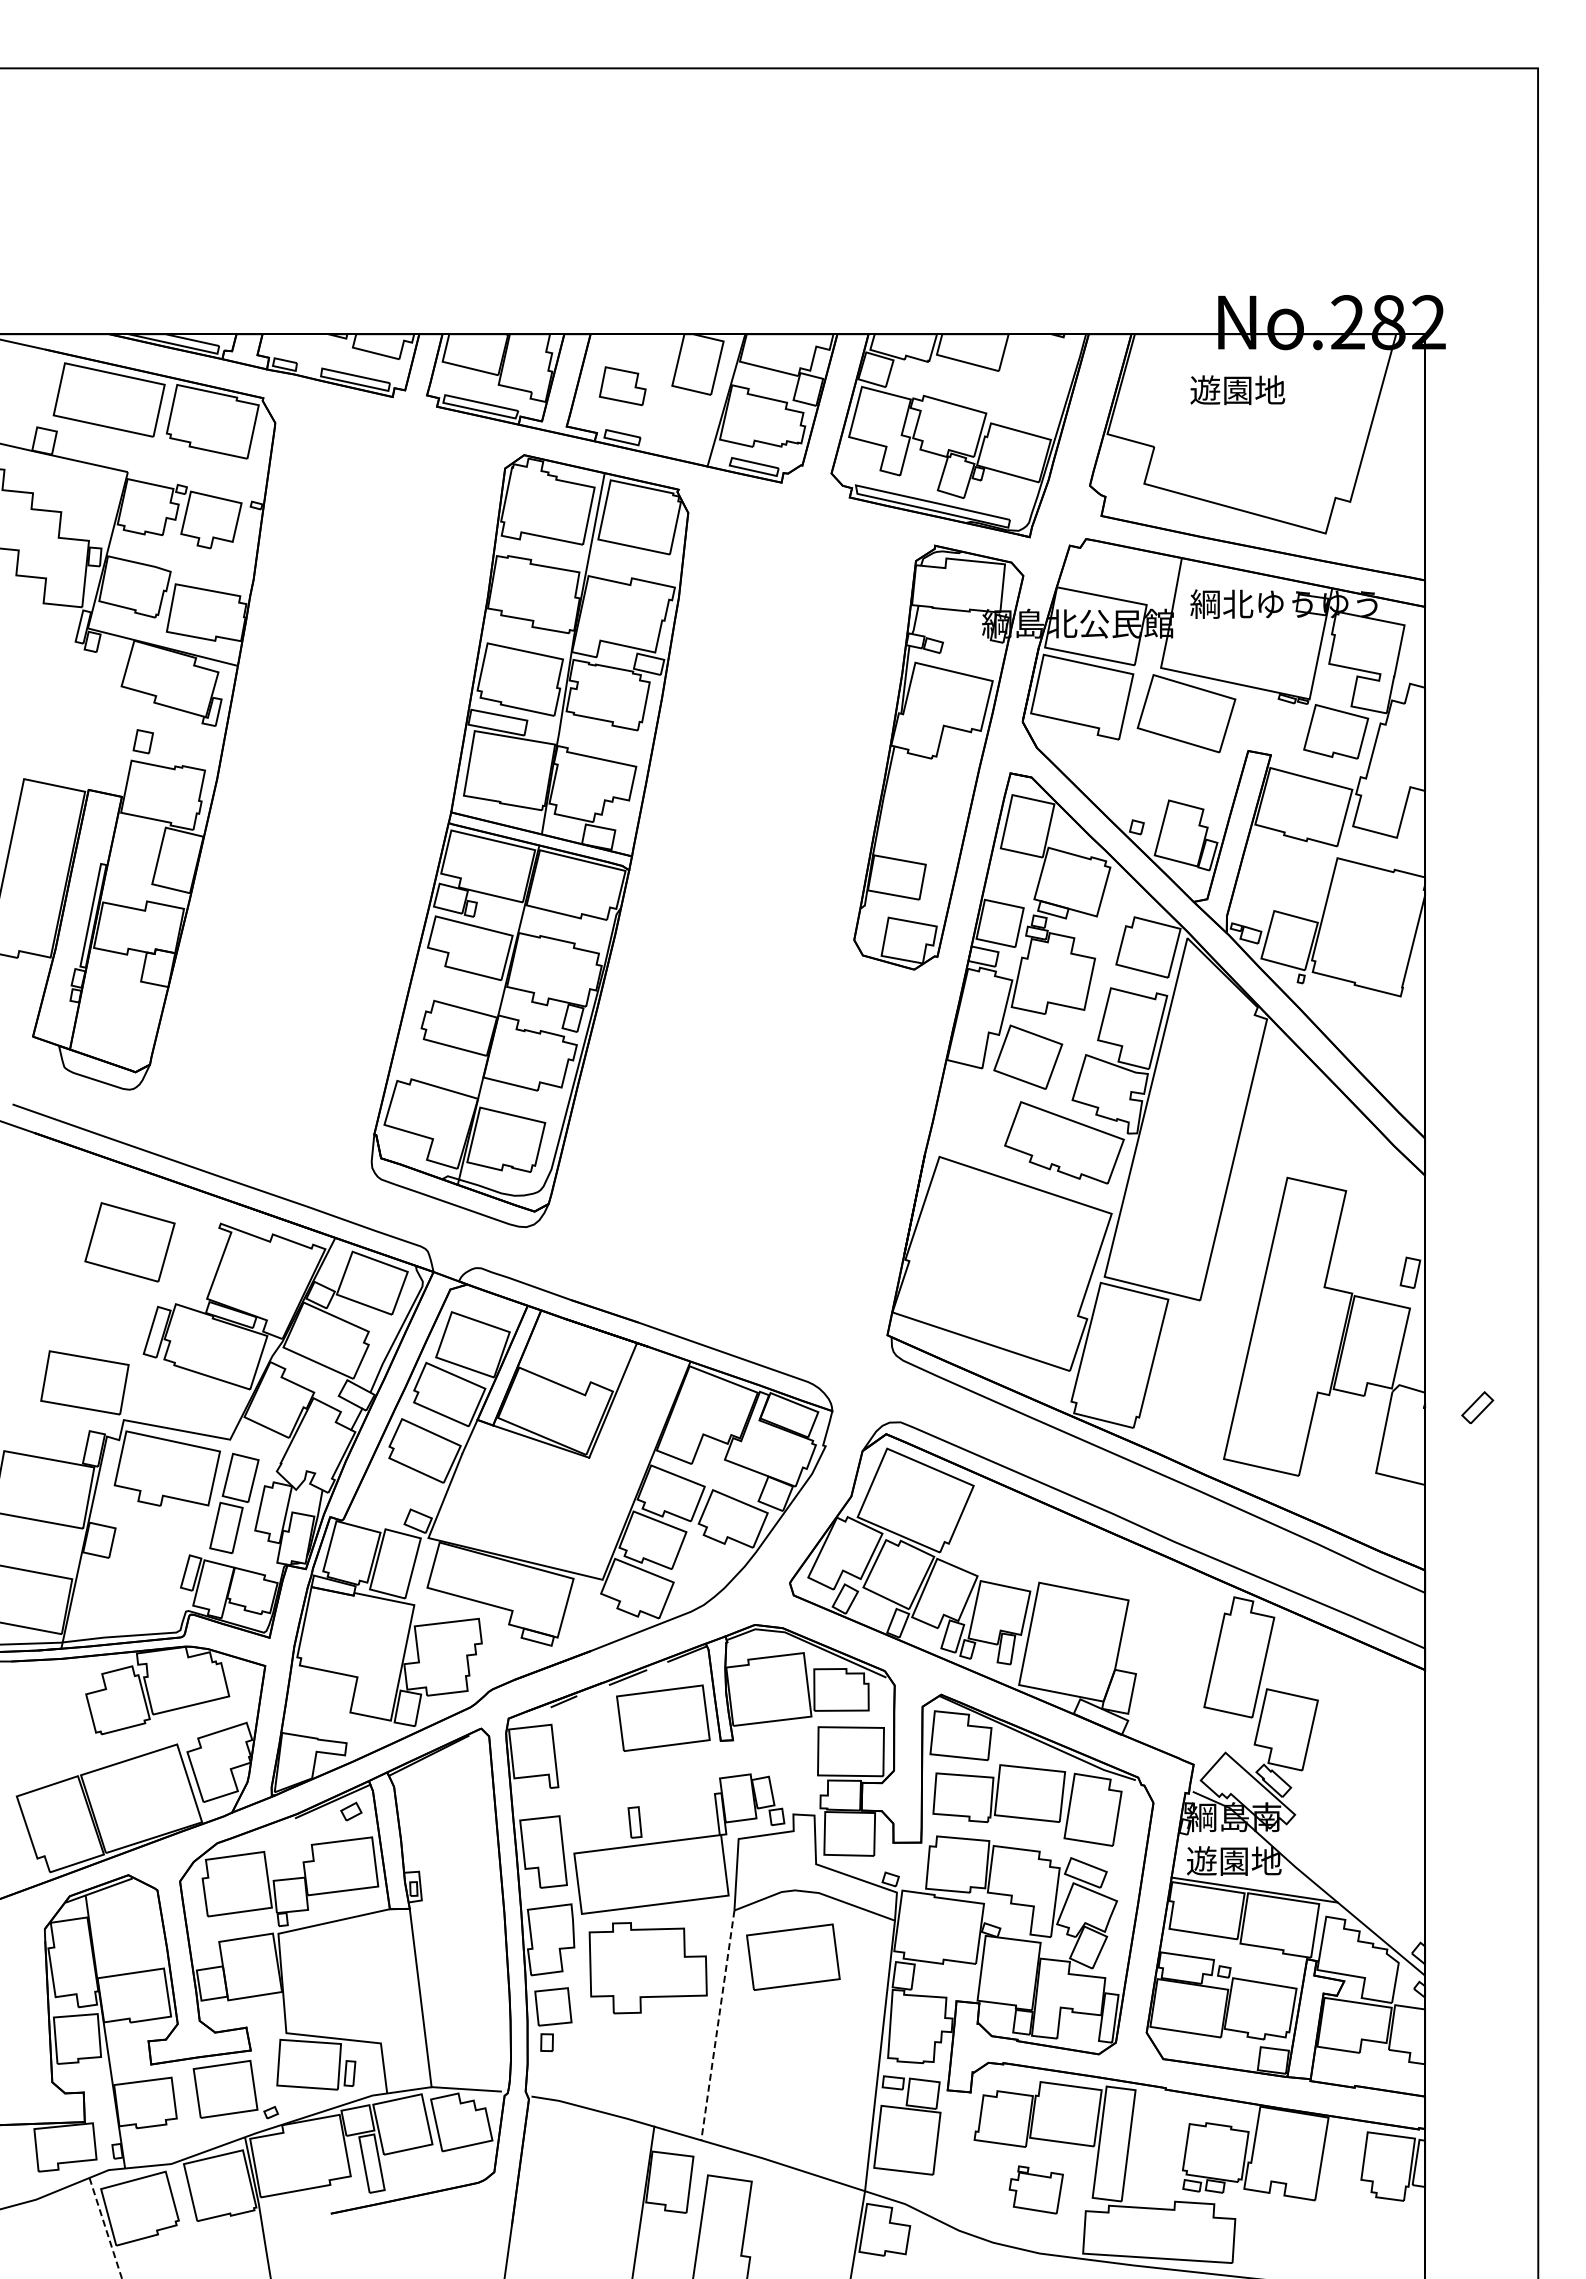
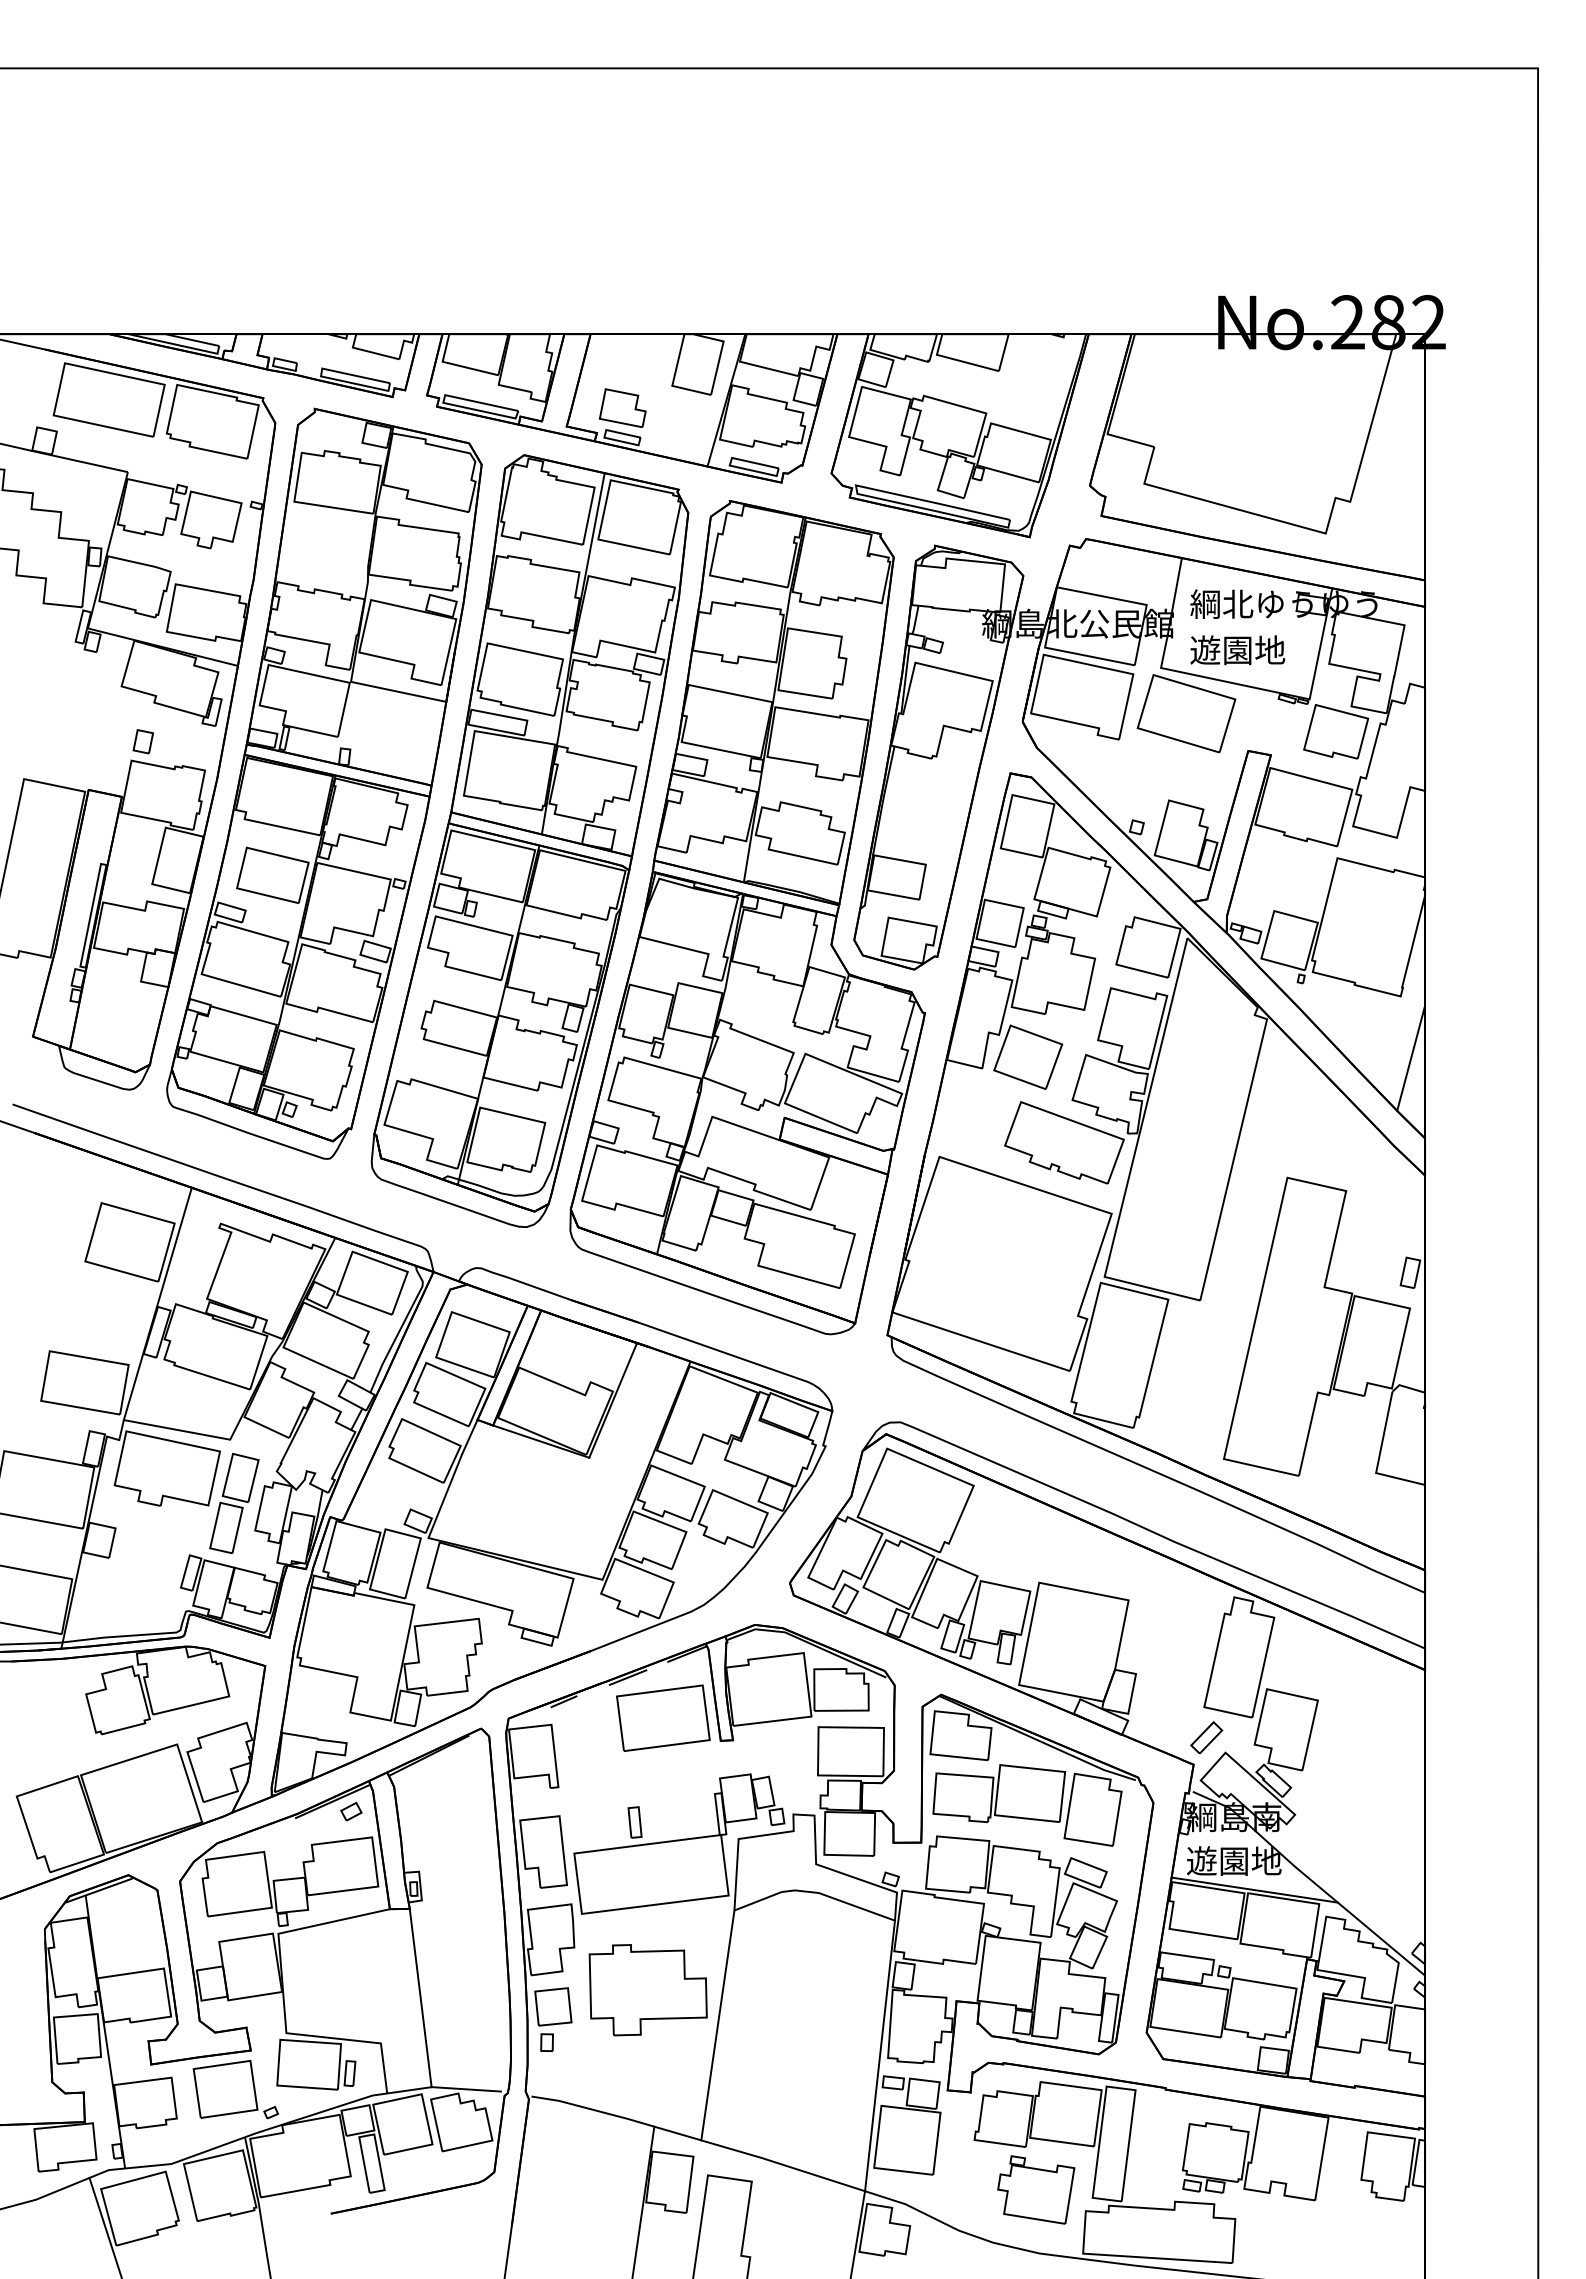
part at (622, 385) position: (622, 385) -> (622, 407)
text at (1237, 390) position: (1237, 390) -> (1237, 650)
part at (324, 783): none -> present
part at (747, 917): none -> present
line at (1411, 1057): none -> present
line at (157, 1303): none -> present
part at (1477, 1407) position: (1477, 1407) -> (1206, 1737)
part at (793, 1956): present -> none
part at (647, 1968) position: (647, 1968) -> (647, 1990)
line at (717, 2025): dashed -> solid
part at (1035, 2189) size: 56x50 px -> 79x70 px
line at (105, 2228): dashed -> solid
